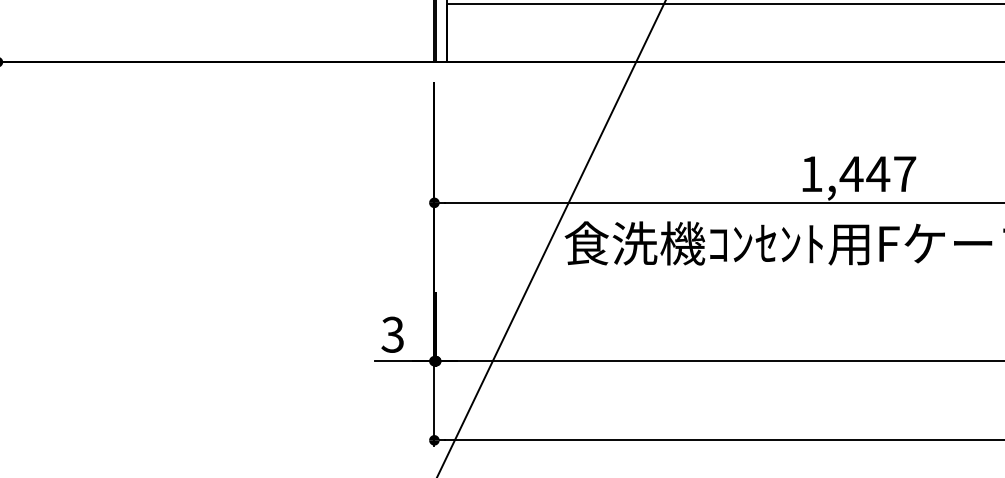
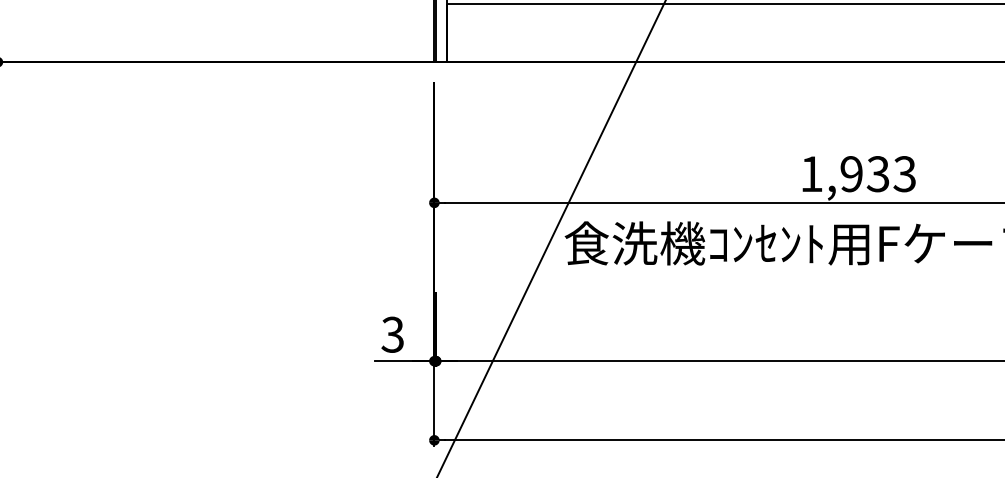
text at (877, 174): 1,447 -> 1,933
